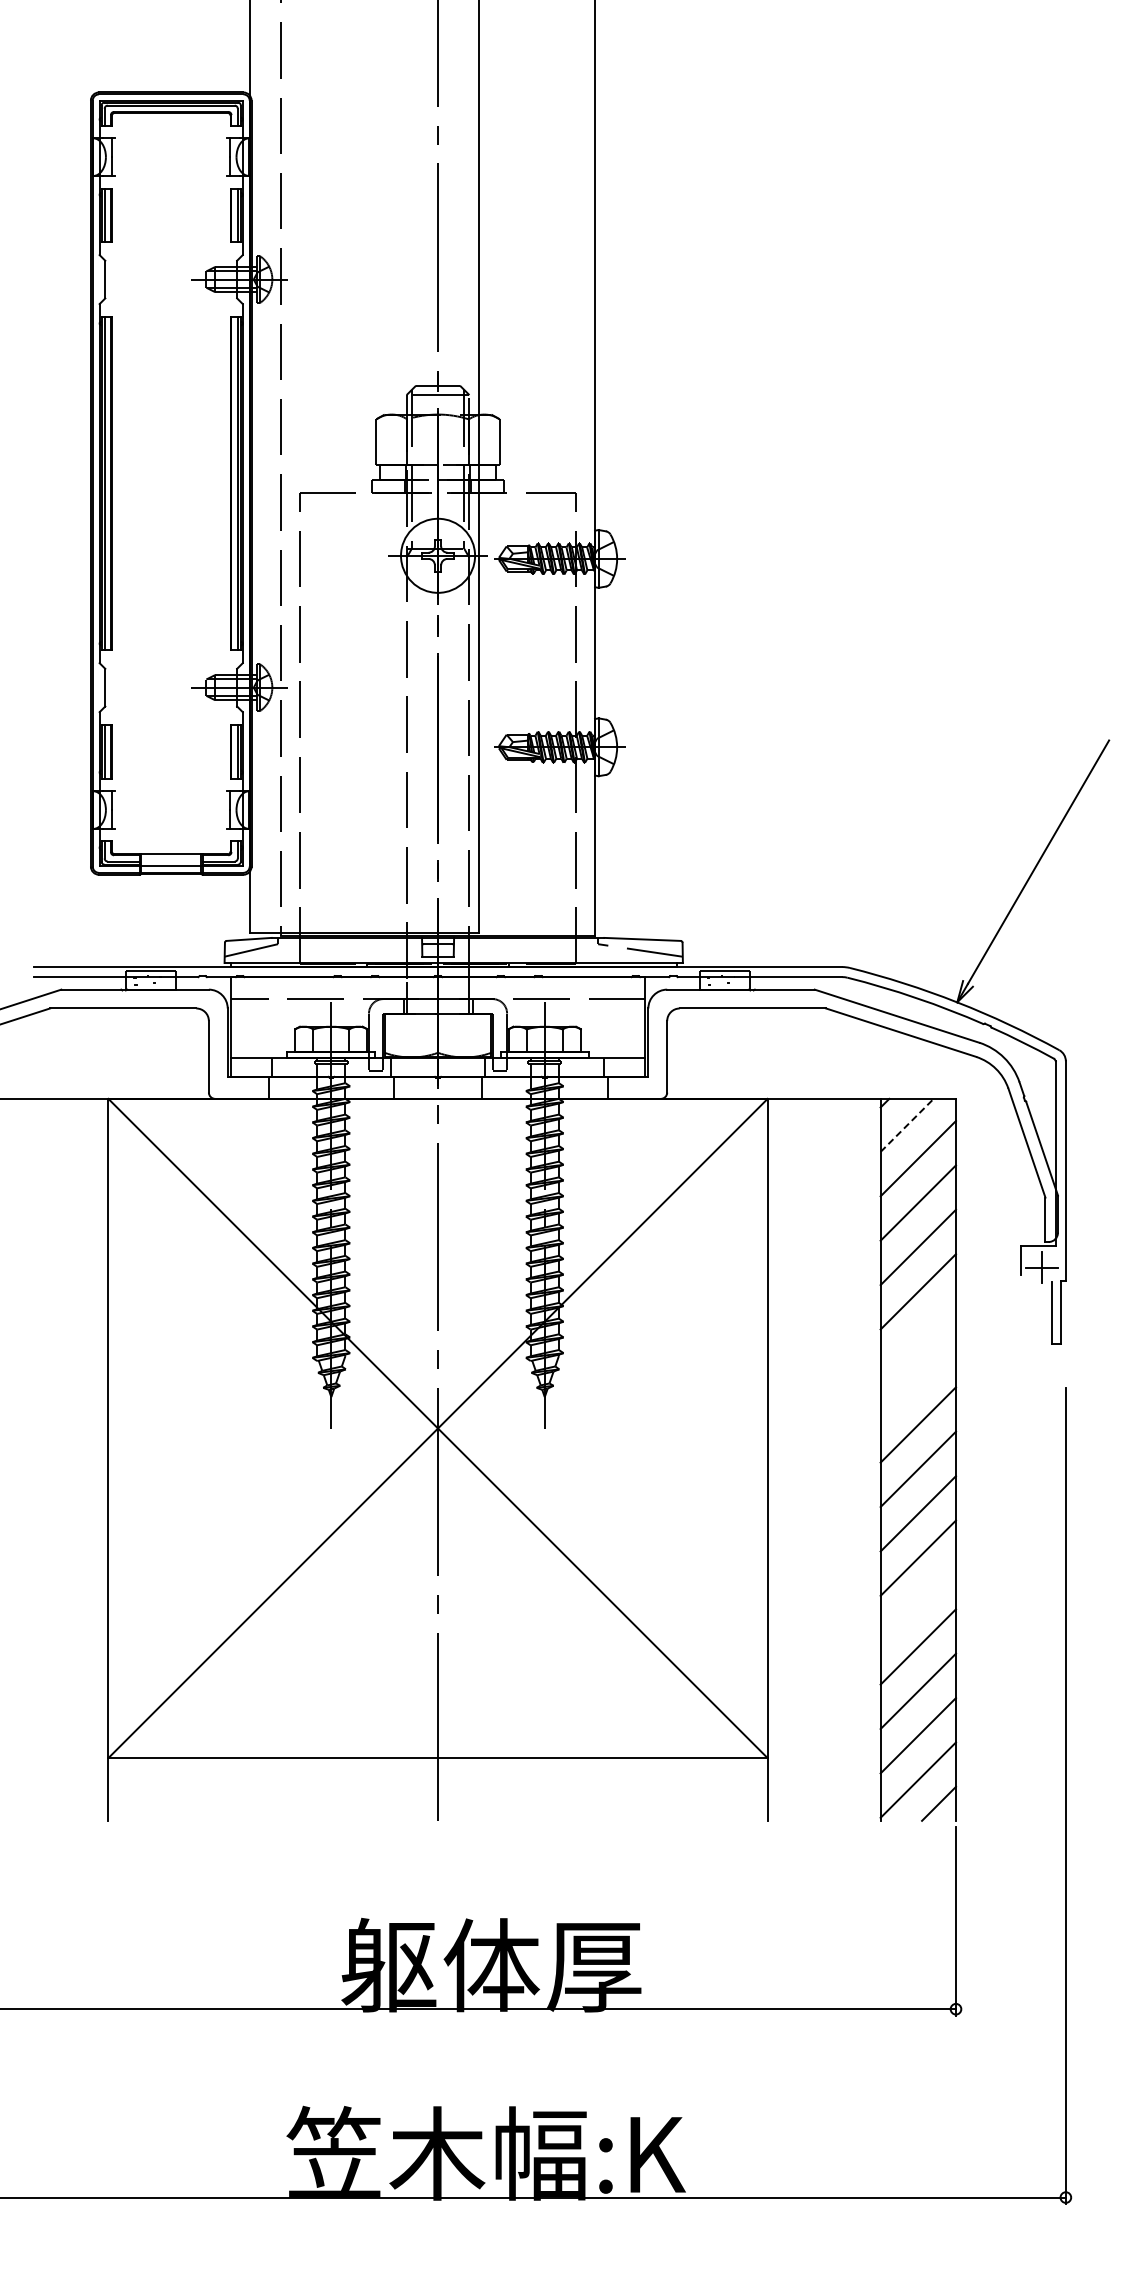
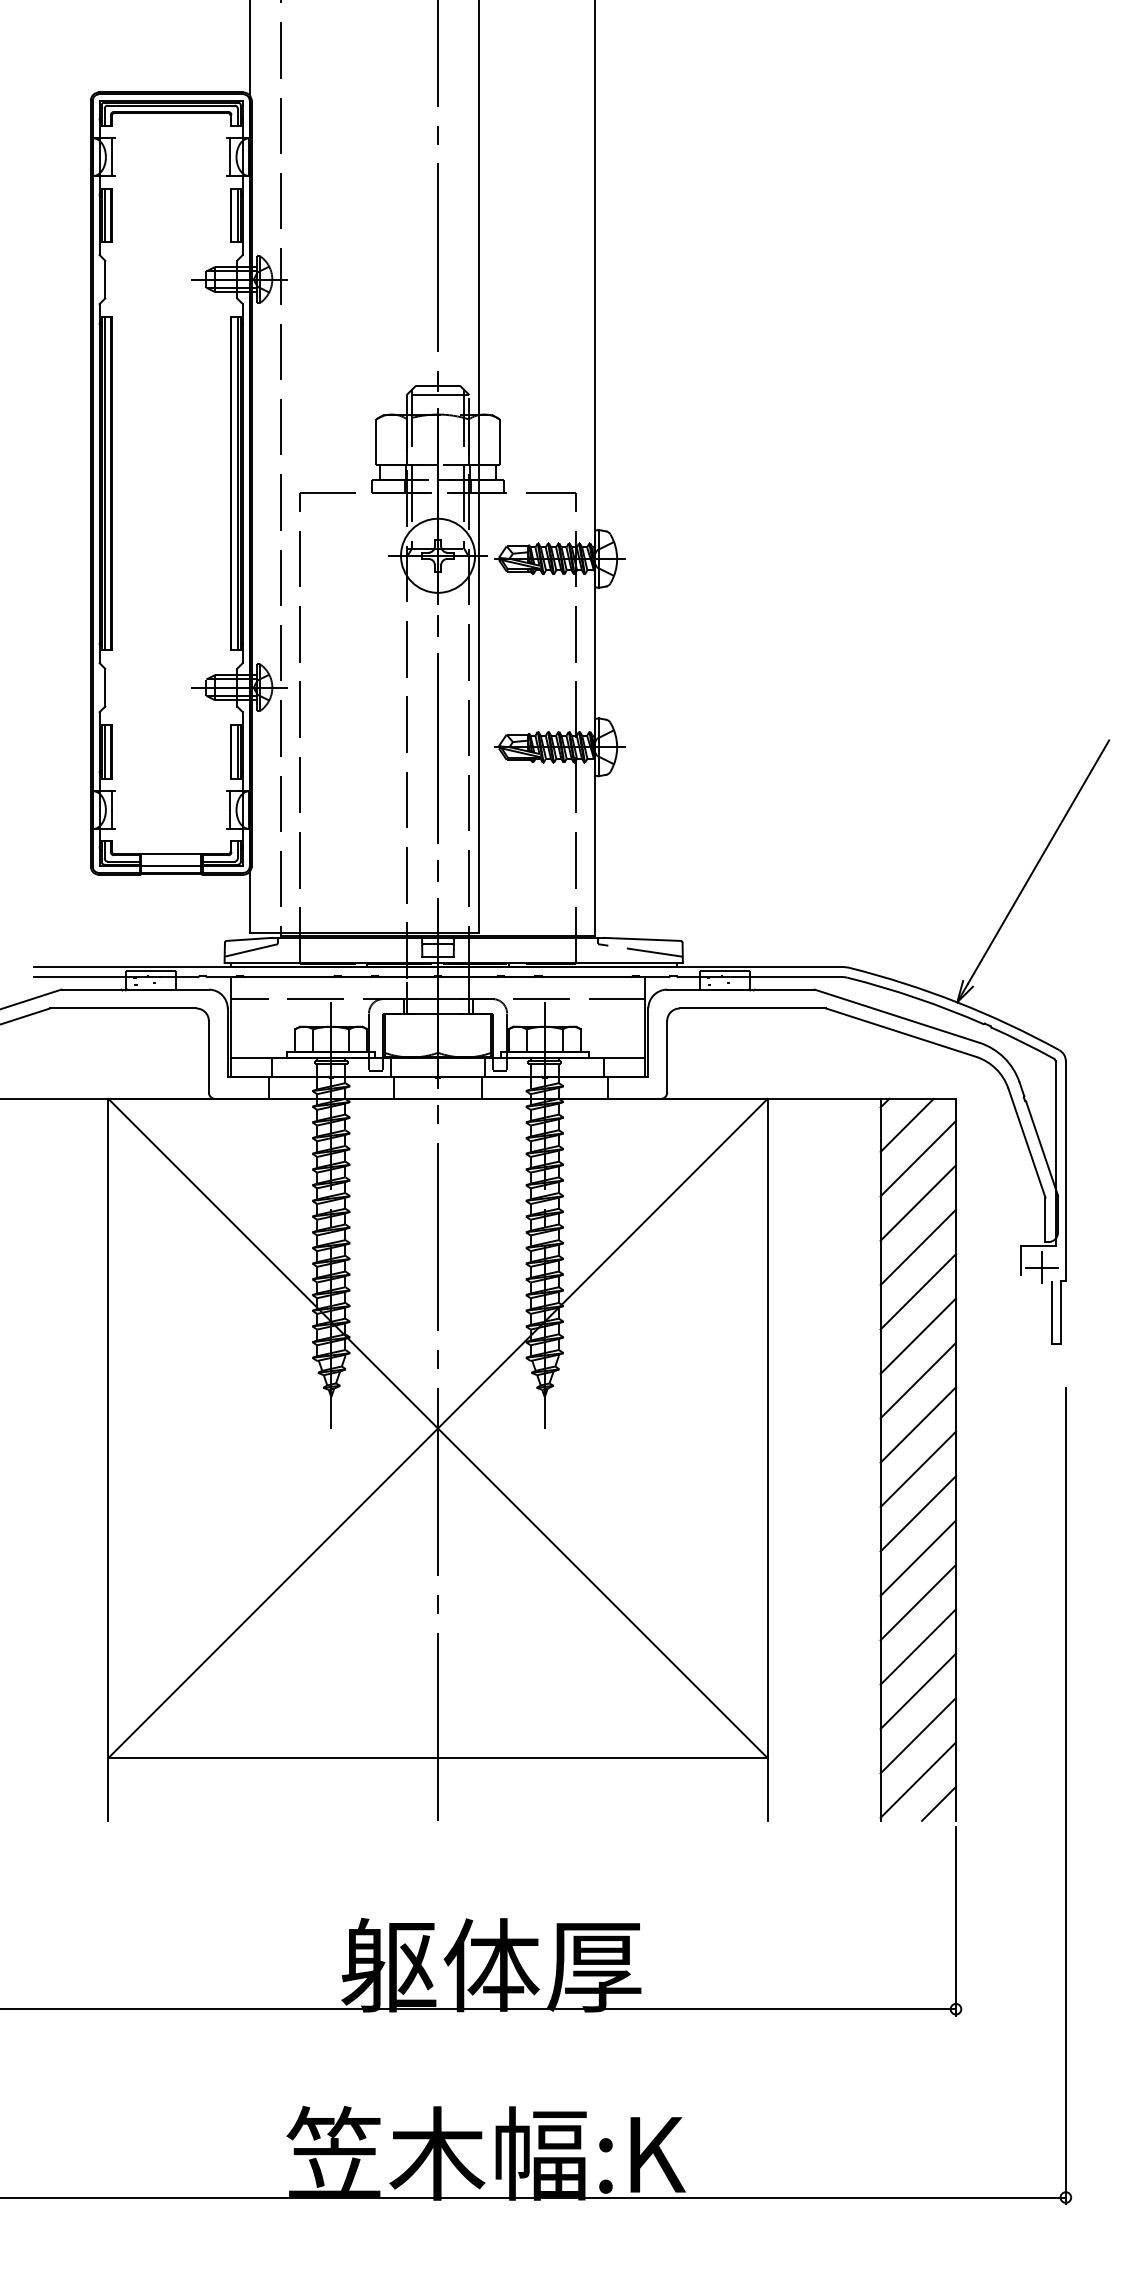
line at (907, 1125): dashed -> solid
line at (917, 1335): none -> present
line at (917, 1380): none -> present
line at (917, 1602): none -> present
